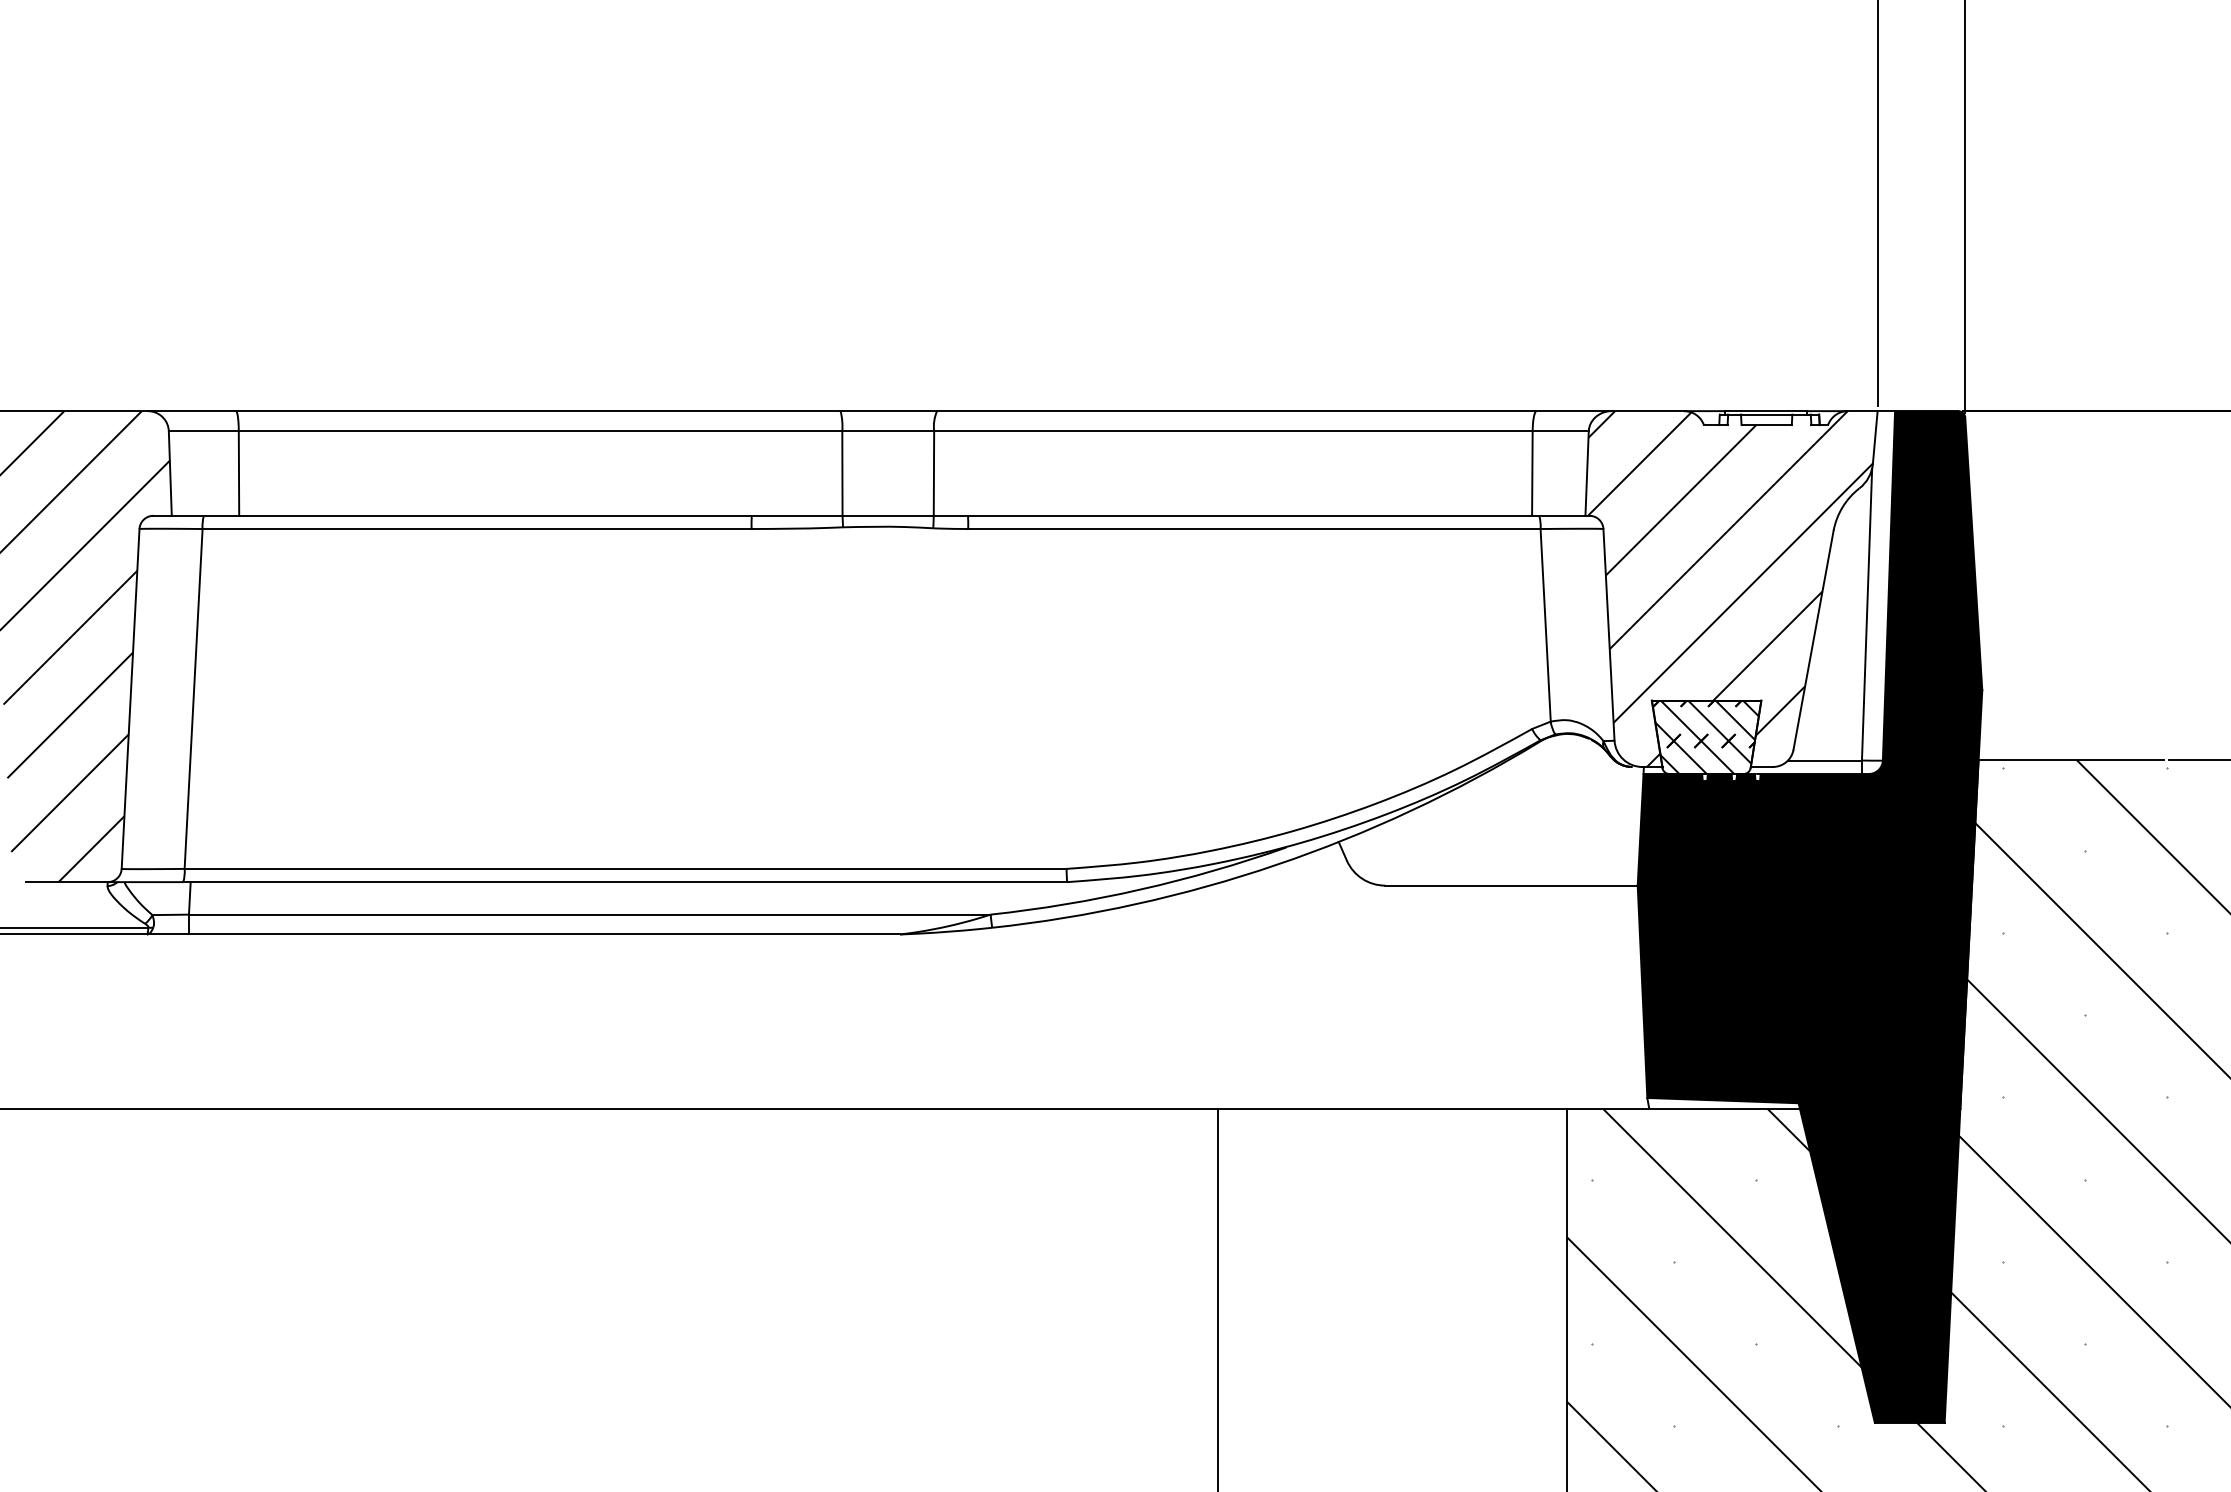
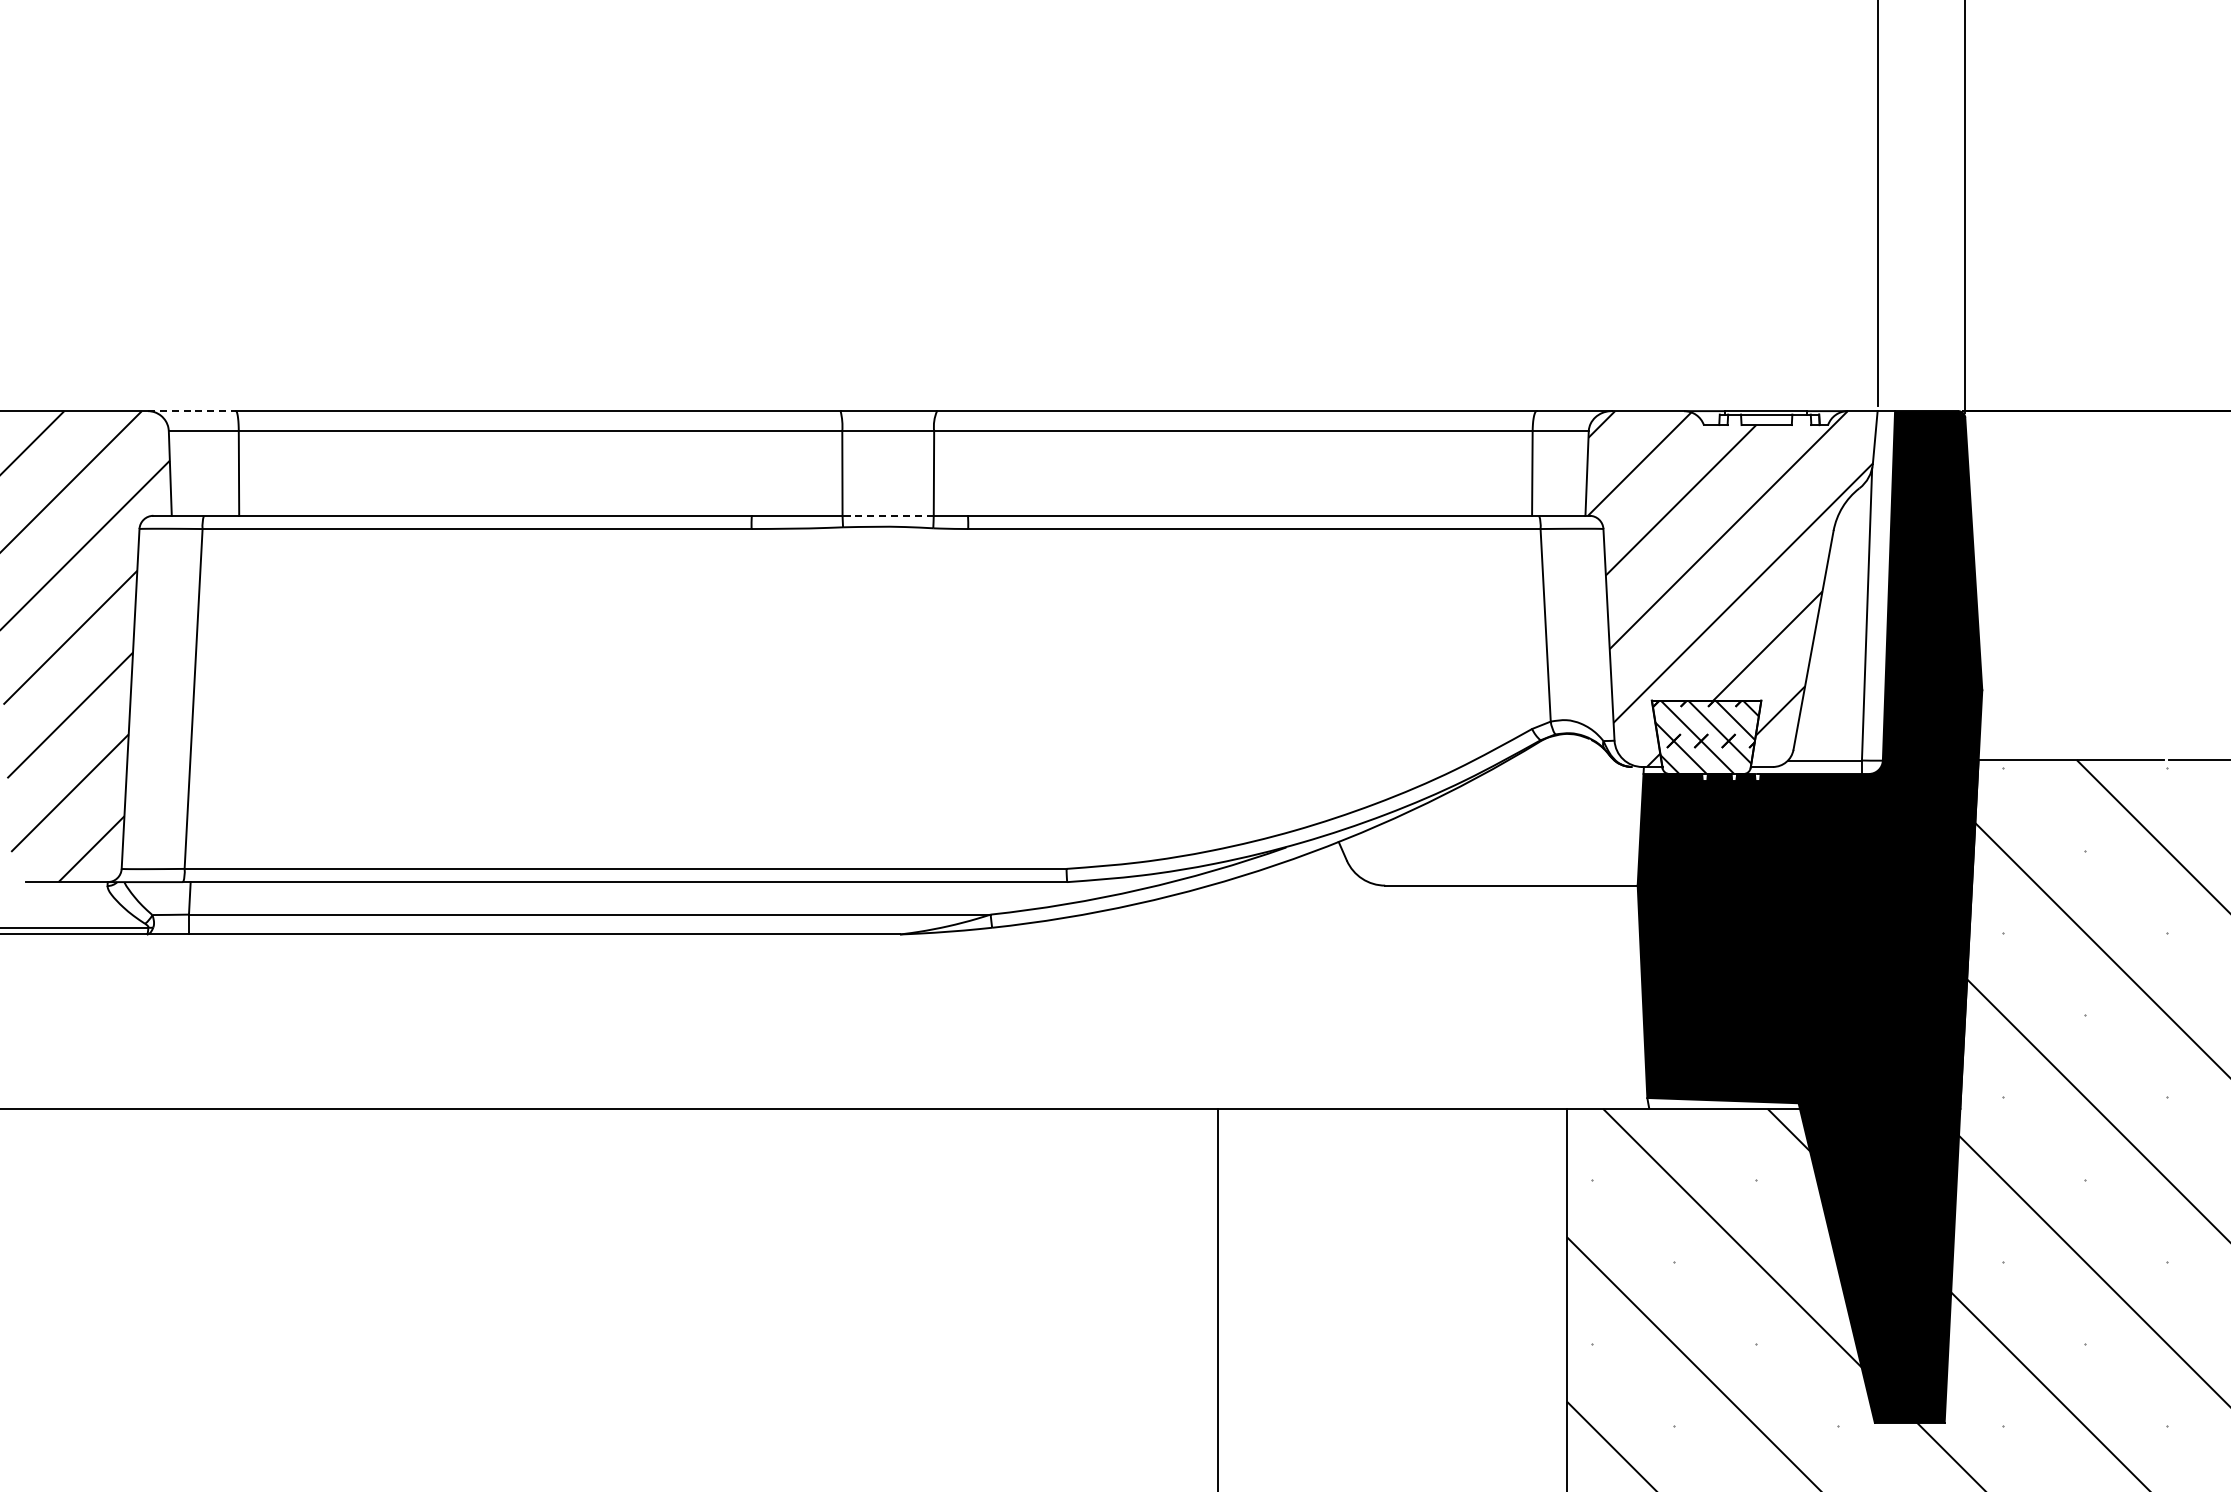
line at (192, 411): solid -> dashed
line at (888, 515): solid -> dashed
